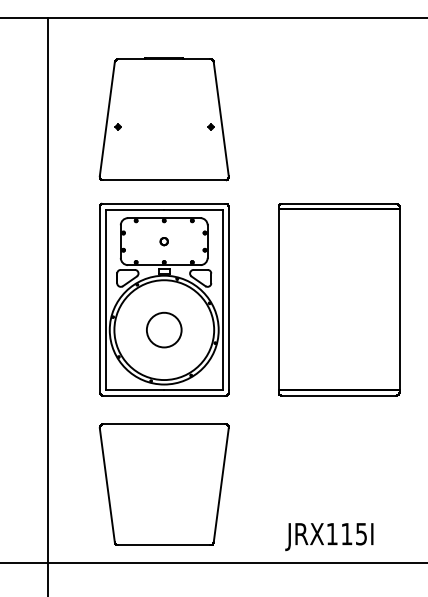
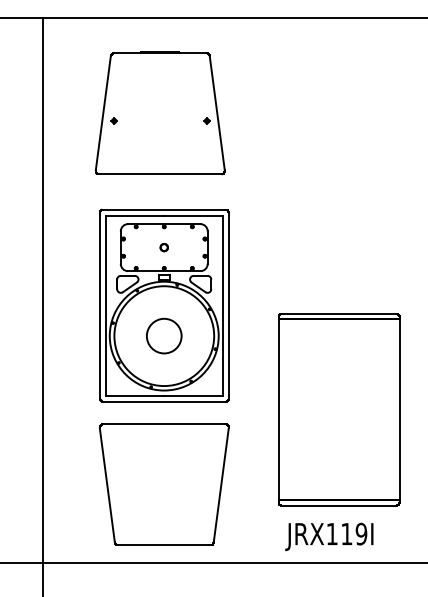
part at (163, 119) position: (163, 119) -> (159, 113)
part at (164, 299) position: (164, 299) -> (164, 305)
part at (339, 299) position: (339, 299) -> (339, 409)
line at (48, 305) position: (48, 305) -> (43, 305)
text at (361, 533): JRX115I -> JRX119I
